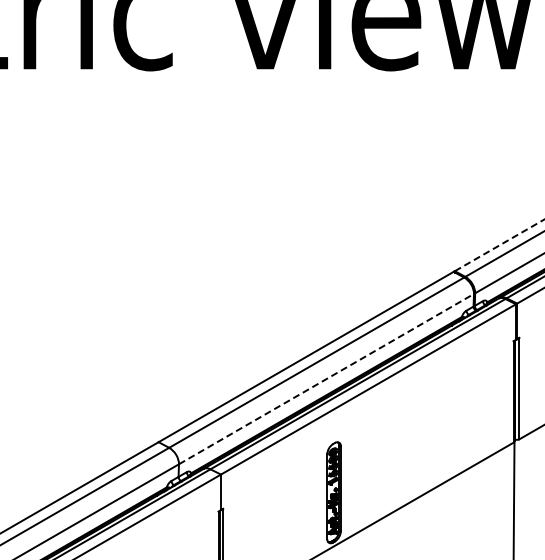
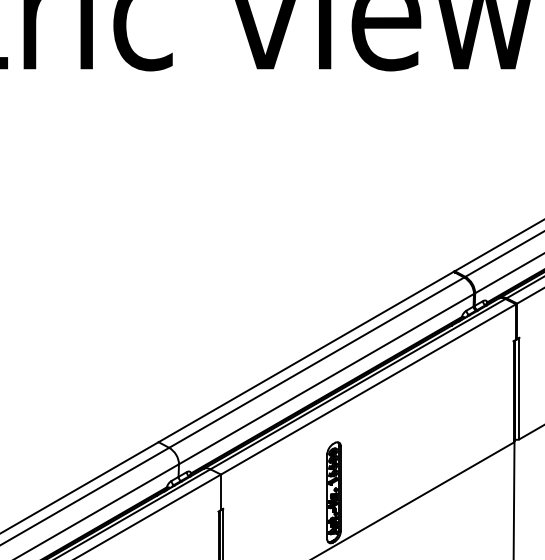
line at (499, 245): dashed -> solid
line at (326, 378): dashed -> solid
